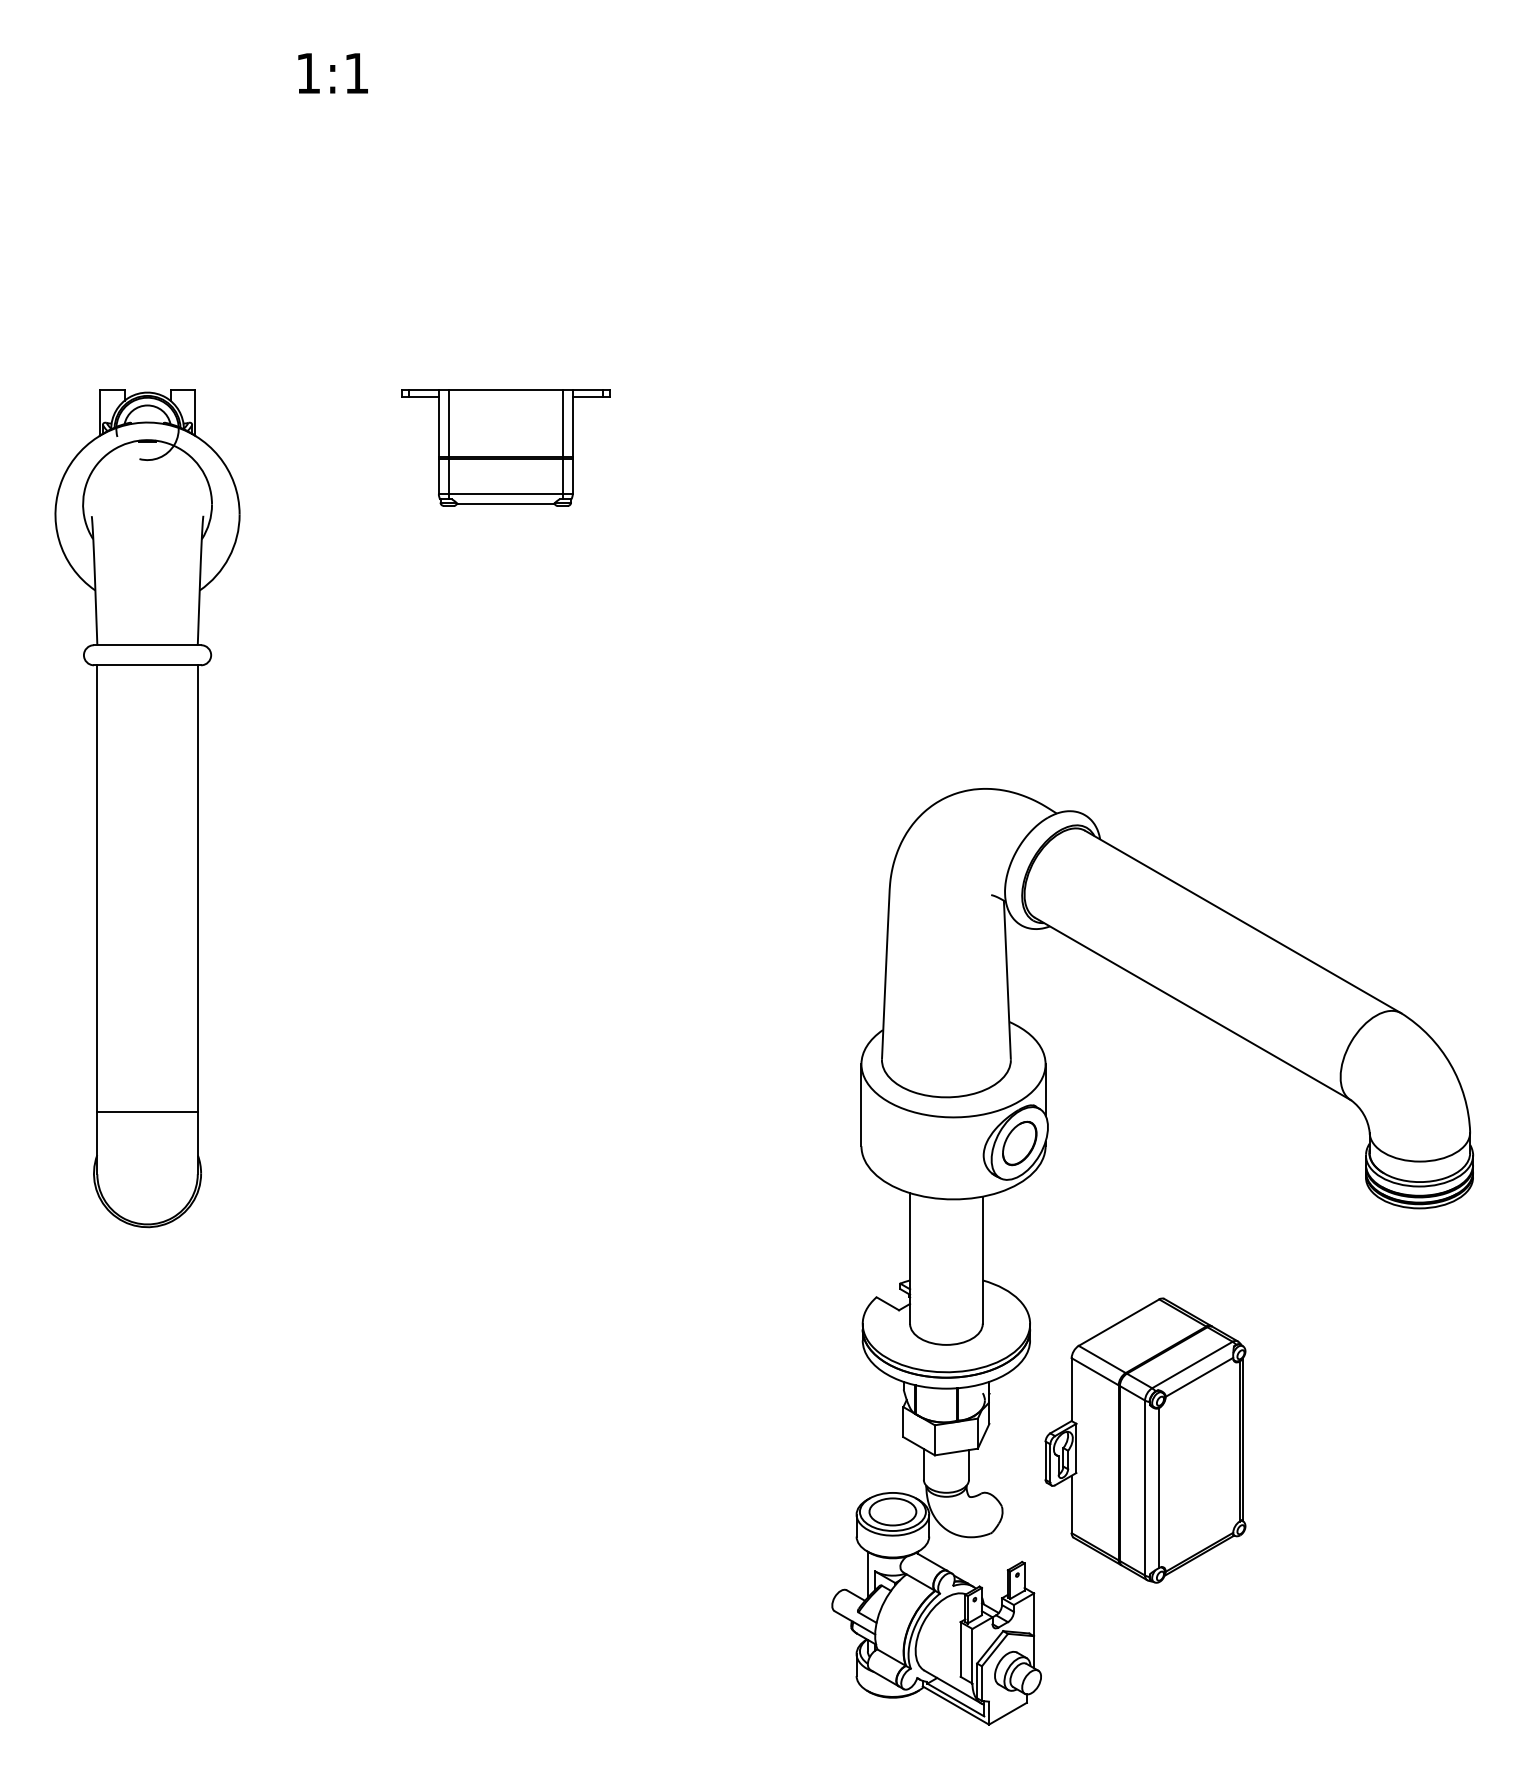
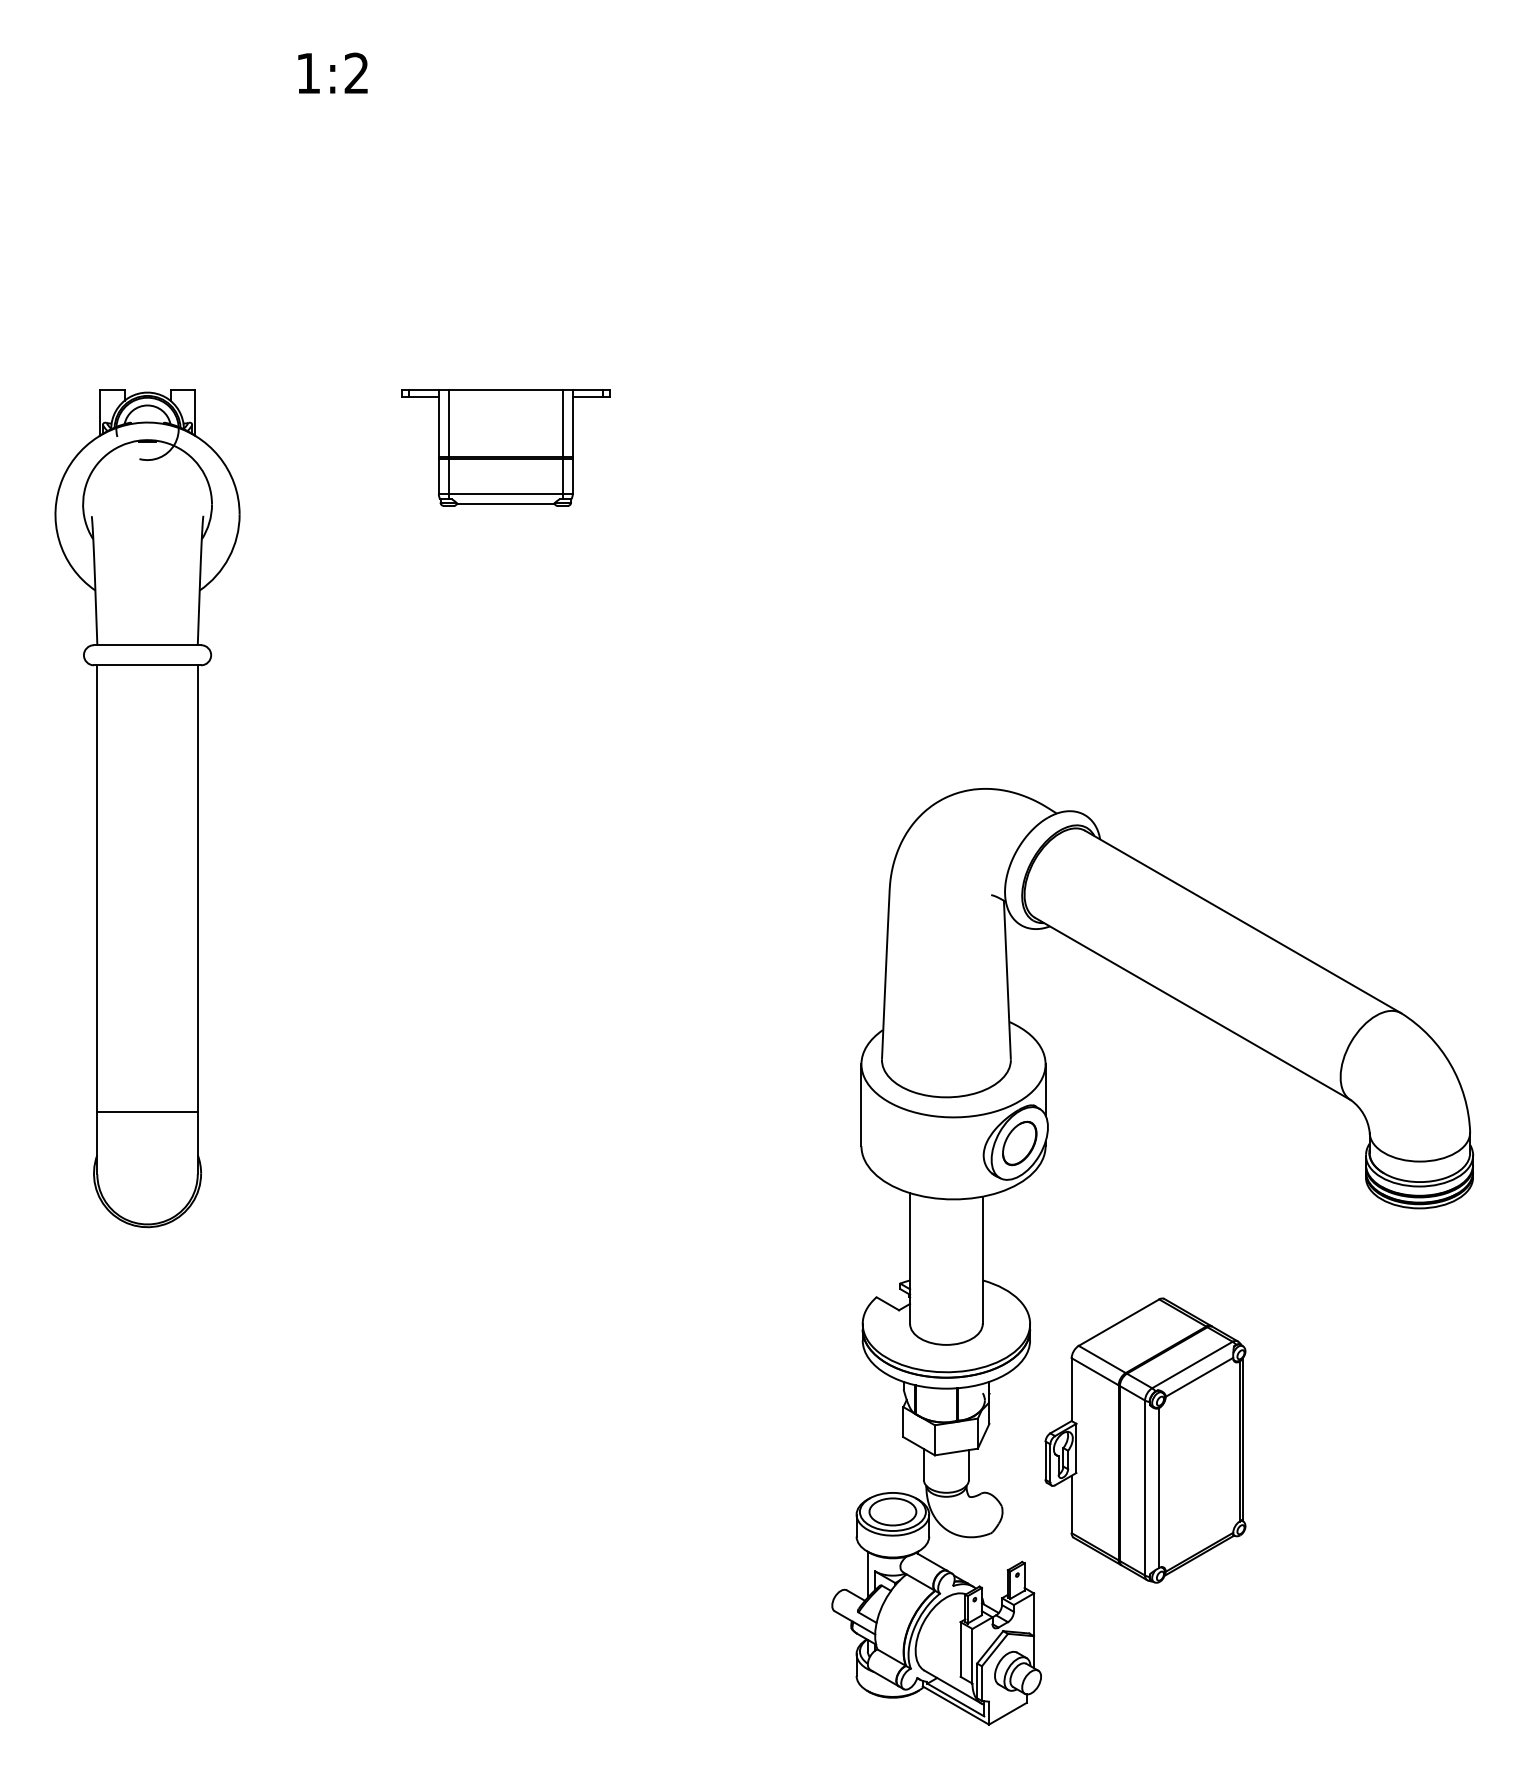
text at (355, 72): 1:1 -> 1:2
